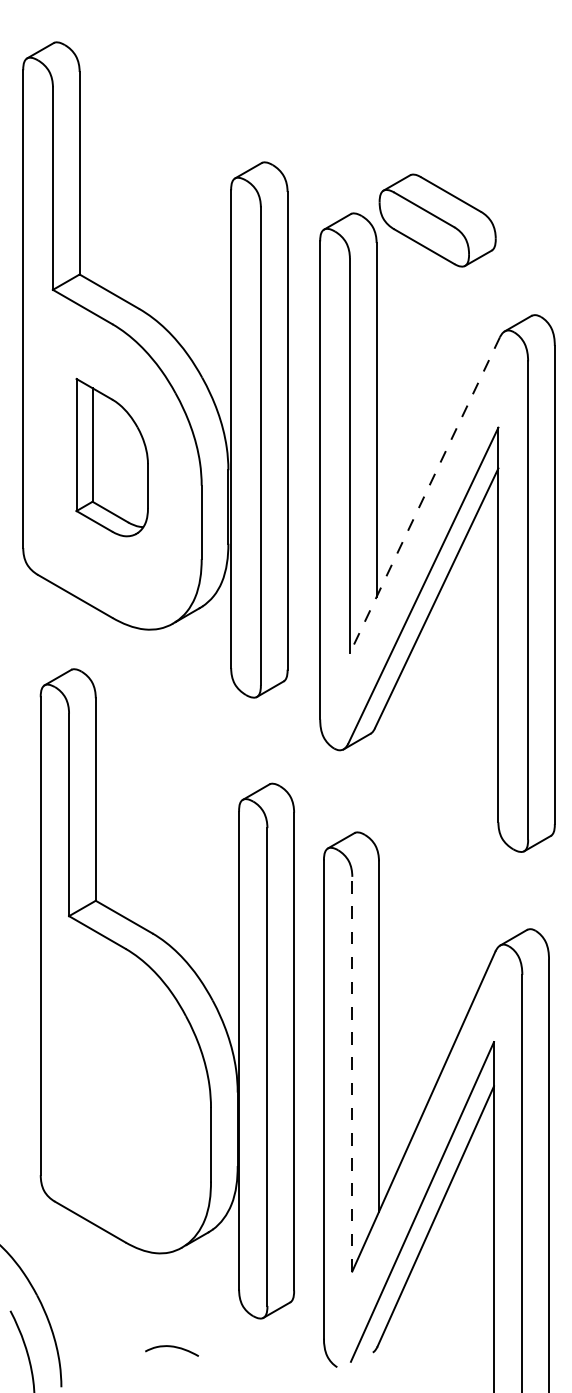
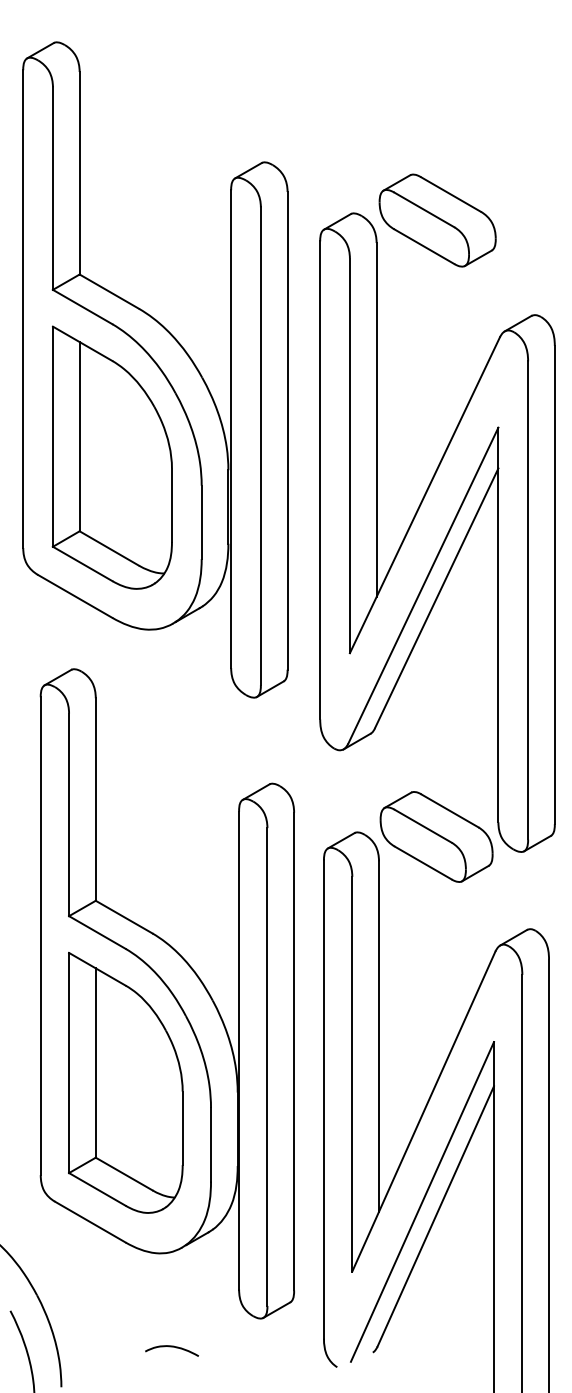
part at (111, 457) size: 74x161 px -> 122x265 px
line at (424, 495): dashed -> solid
part at (436, 836): none -> present
line at (352, 1073): dashed -> solid
part at (125, 1082): none -> present
